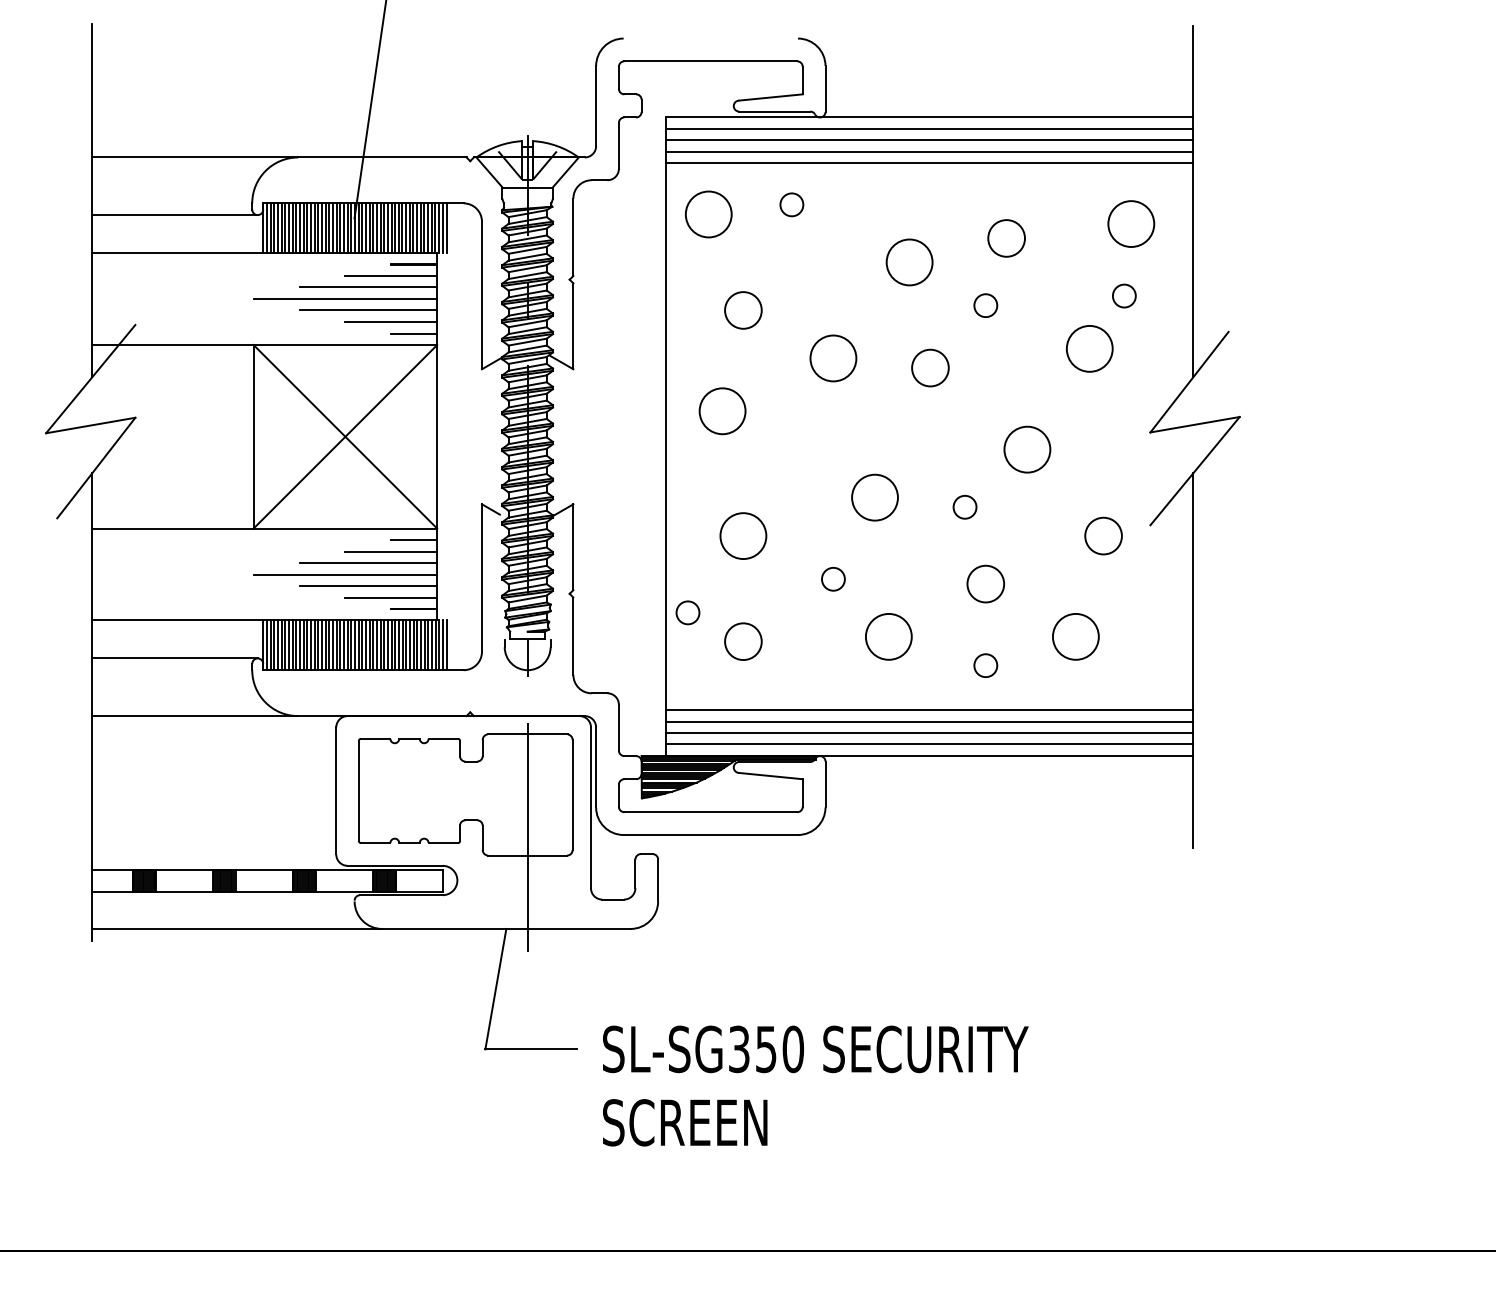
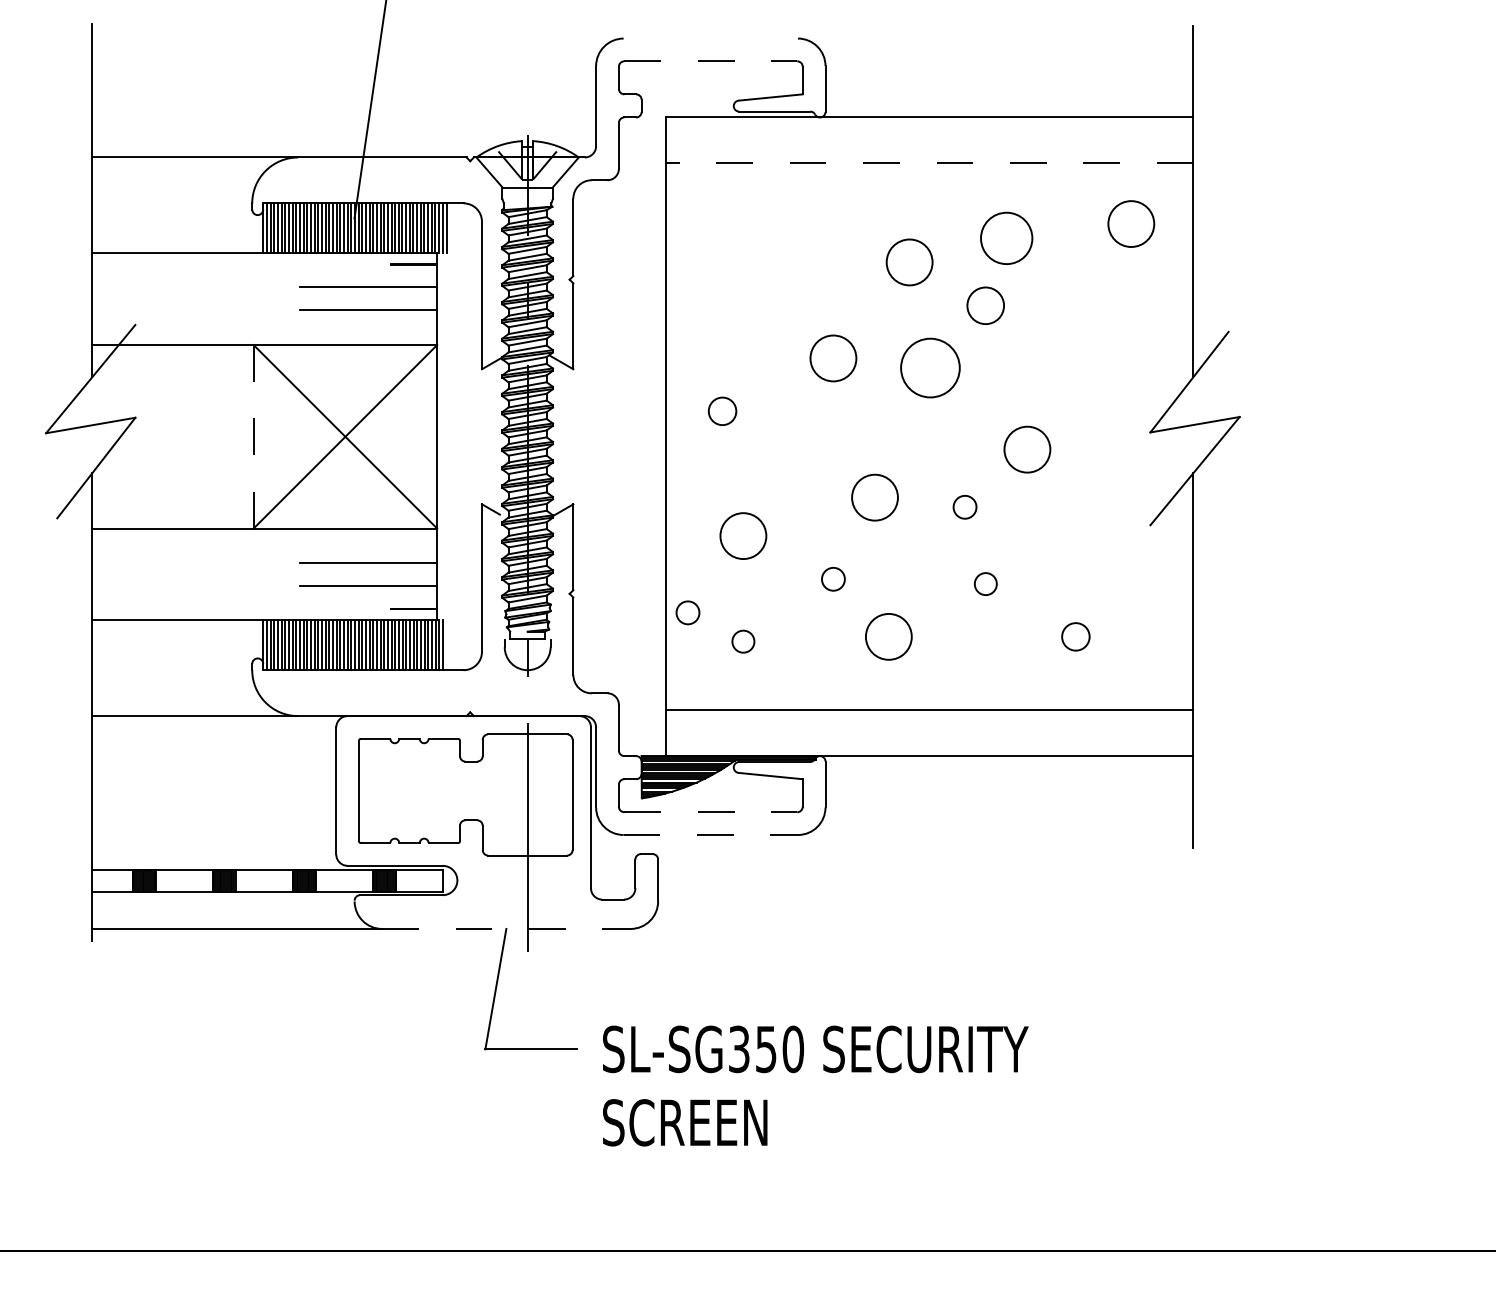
line at (711, 61): solid -> dashed
line at (929, 128): present -> none
line at (929, 140): present -> none
line at (929, 151): present -> none
line at (929, 163): solid -> dashed
circle at (791, 204): present -> none
circle at (708, 214): present -> none
line at (174, 215): present -> none
circle at (1006, 238) size: 39x39 px -> 54x54 px
line at (391, 276): present -> none
circle at (1124, 295): present -> none
line at (345, 298): present -> none
circle at (985, 305) size: 26x25 px -> 39x39 px
circle at (743, 310): present -> none
line at (391, 321): present -> none
line at (414, 333): present -> none
circle at (1089, 348): present -> none
circle at (930, 367) diameter: 37 px -> 59 px
circle at (722, 411) size: 49x49 px -> 31x30 px
line at (253, 436): solid -> dashed
circle at (1103, 535): present -> none
line at (414, 539): present -> none
line at (391, 552): present -> none
line at (345, 574): present -> none
circle at (985, 583) diameter: 37 px -> 22 px
line at (391, 597): present -> none
circle at (1075, 636) diameter: 46 px -> 28 px
circle at (743, 641) diameter: 37 px -> 22 px
line at (446, 645): present -> none
line at (174, 658): present -> none
circle at (985, 665): present -> none
line at (929, 721): present -> none
line at (929, 732): present -> none
line at (929, 744): present -> none
line at (711, 812): solid -> dashed
line at (711, 835): solid -> dashed
line at (506, 928): solid -> dashed
